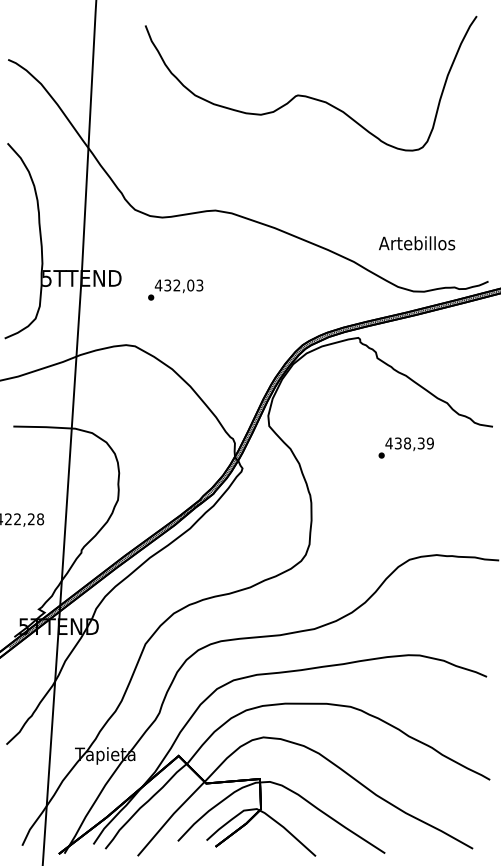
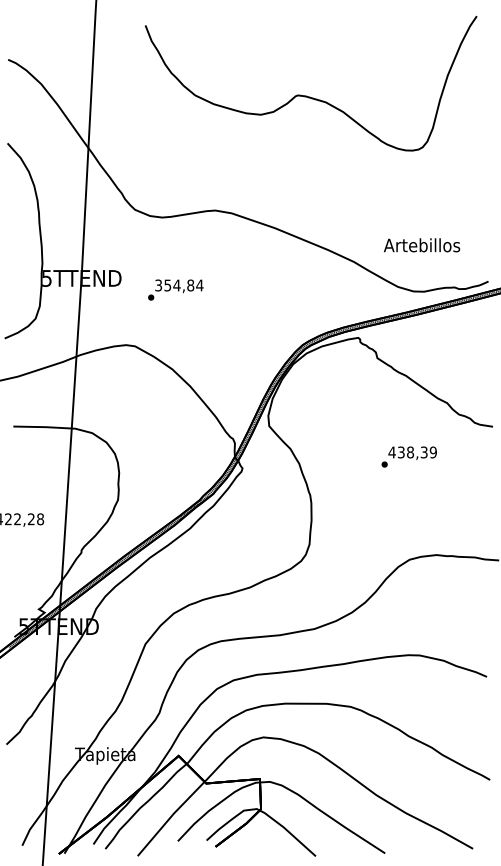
text at (417, 243) position: (417, 243) -> (422, 245)
text at (178, 285): 432,03 -> 354,84
text at (405, 447) position: (405, 447) -> (408, 456)
